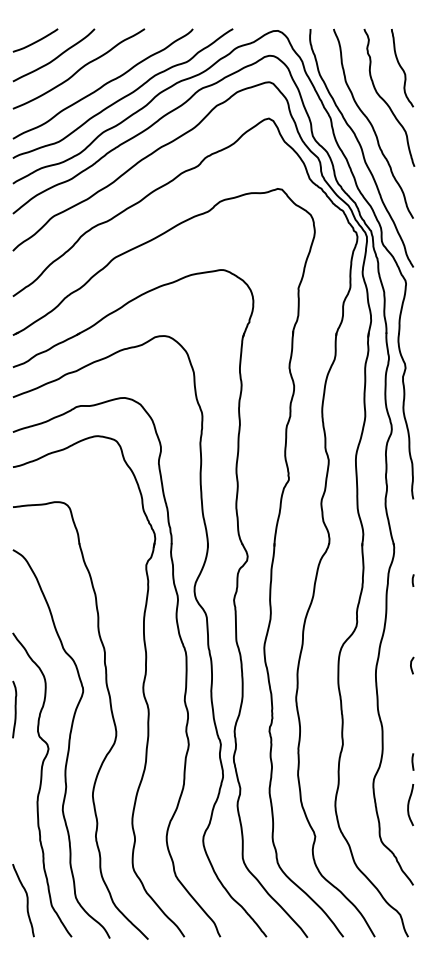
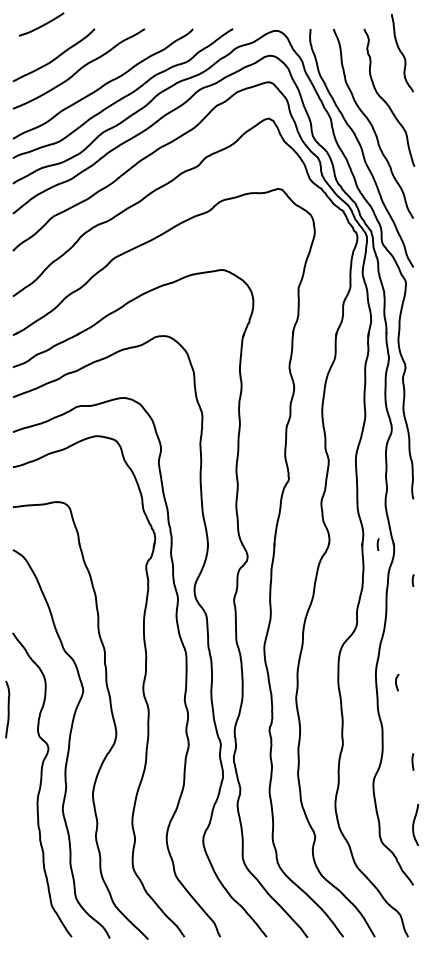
curve at (36, 40) position: (36, 40) -> (42, 24)
curve at (402, 68) position: (402, 68) -> (402, 53)
line at (377, 544): none -> present
curve at (411, 665) position: (411, 665) -> (396, 682)
curve at (14, 709) position: (14, 709) -> (7, 709)
curve at (409, 805) position: (409, 805) -> (414, 825)
curve at (26, 900): present -> none
